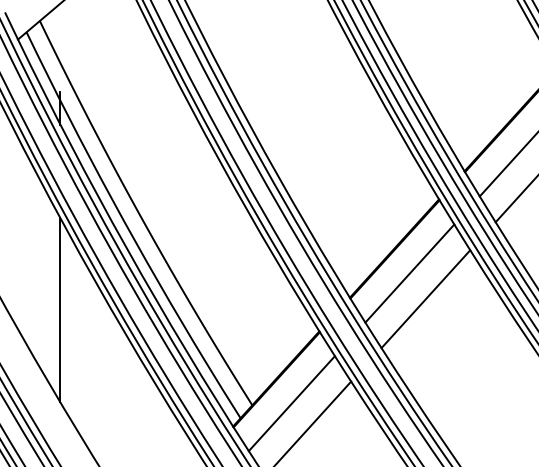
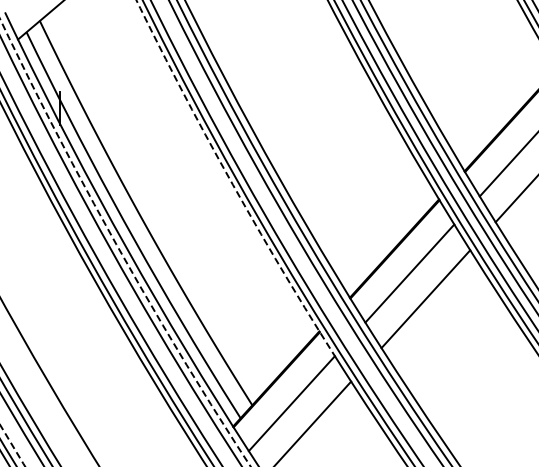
arc at (231, 181): solid -> dashed
circle at (125, 242): solid -> dashed
line at (60, 310): present -> none
circle at (12, 445): solid -> dashed
